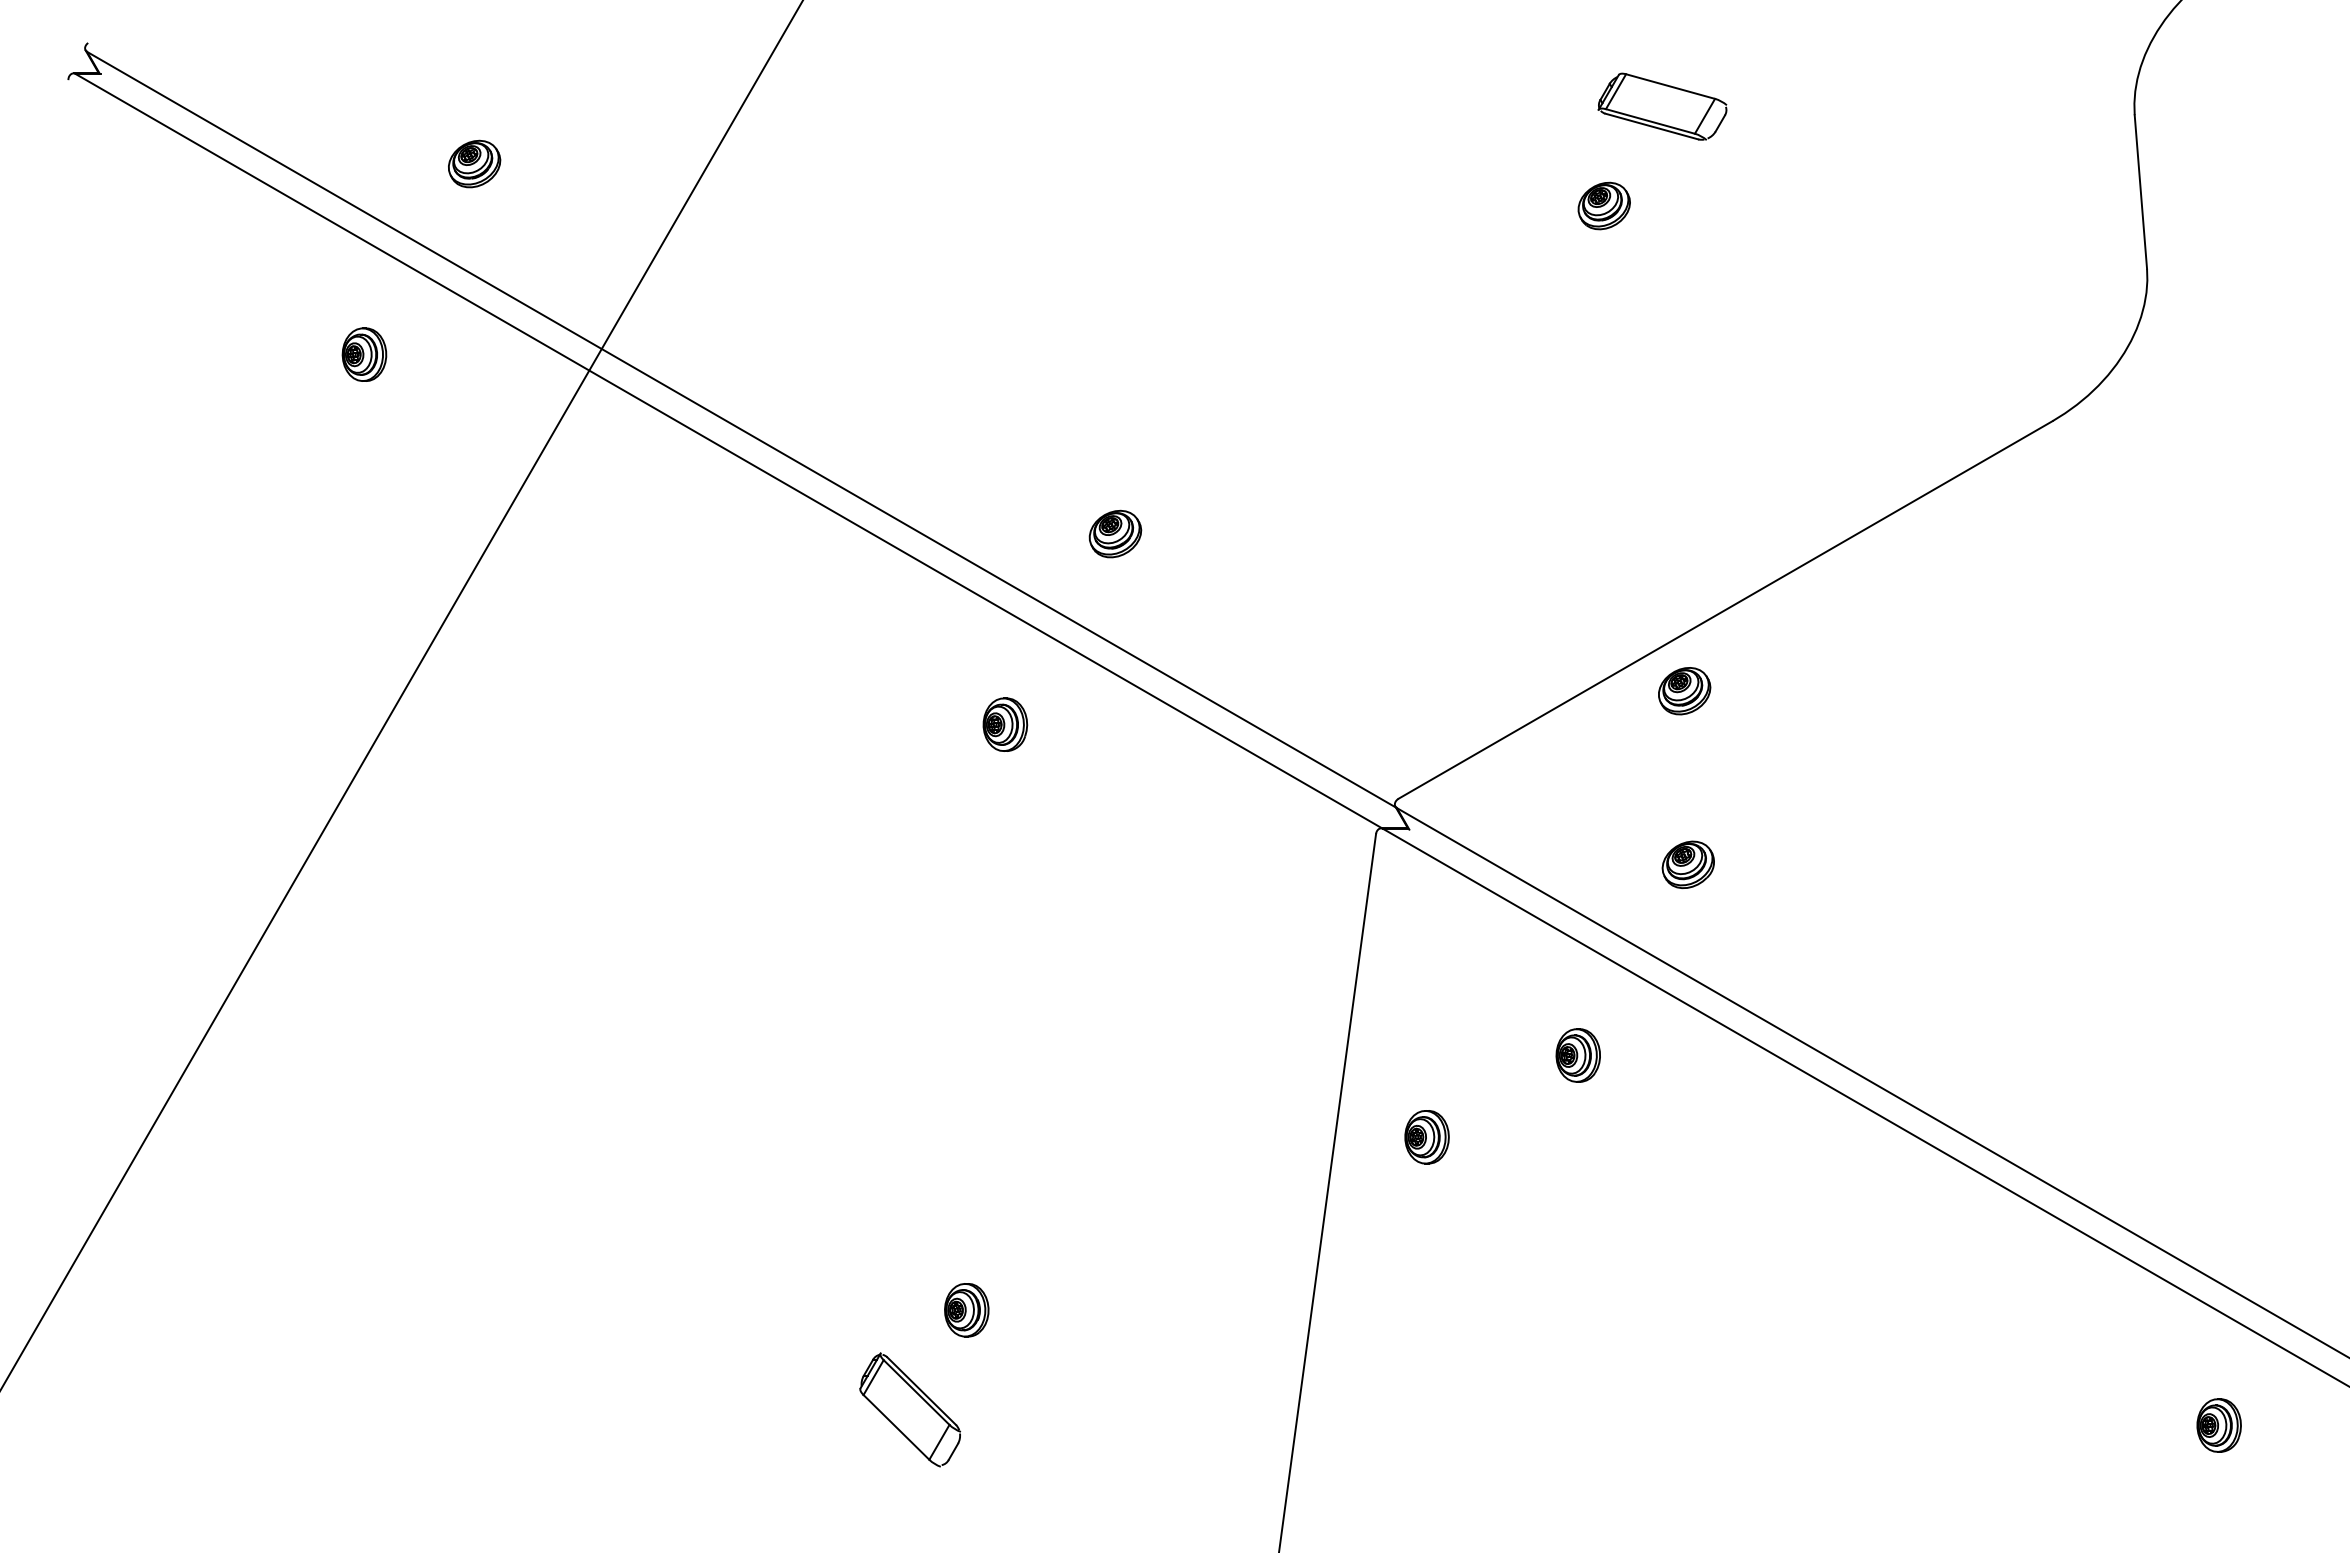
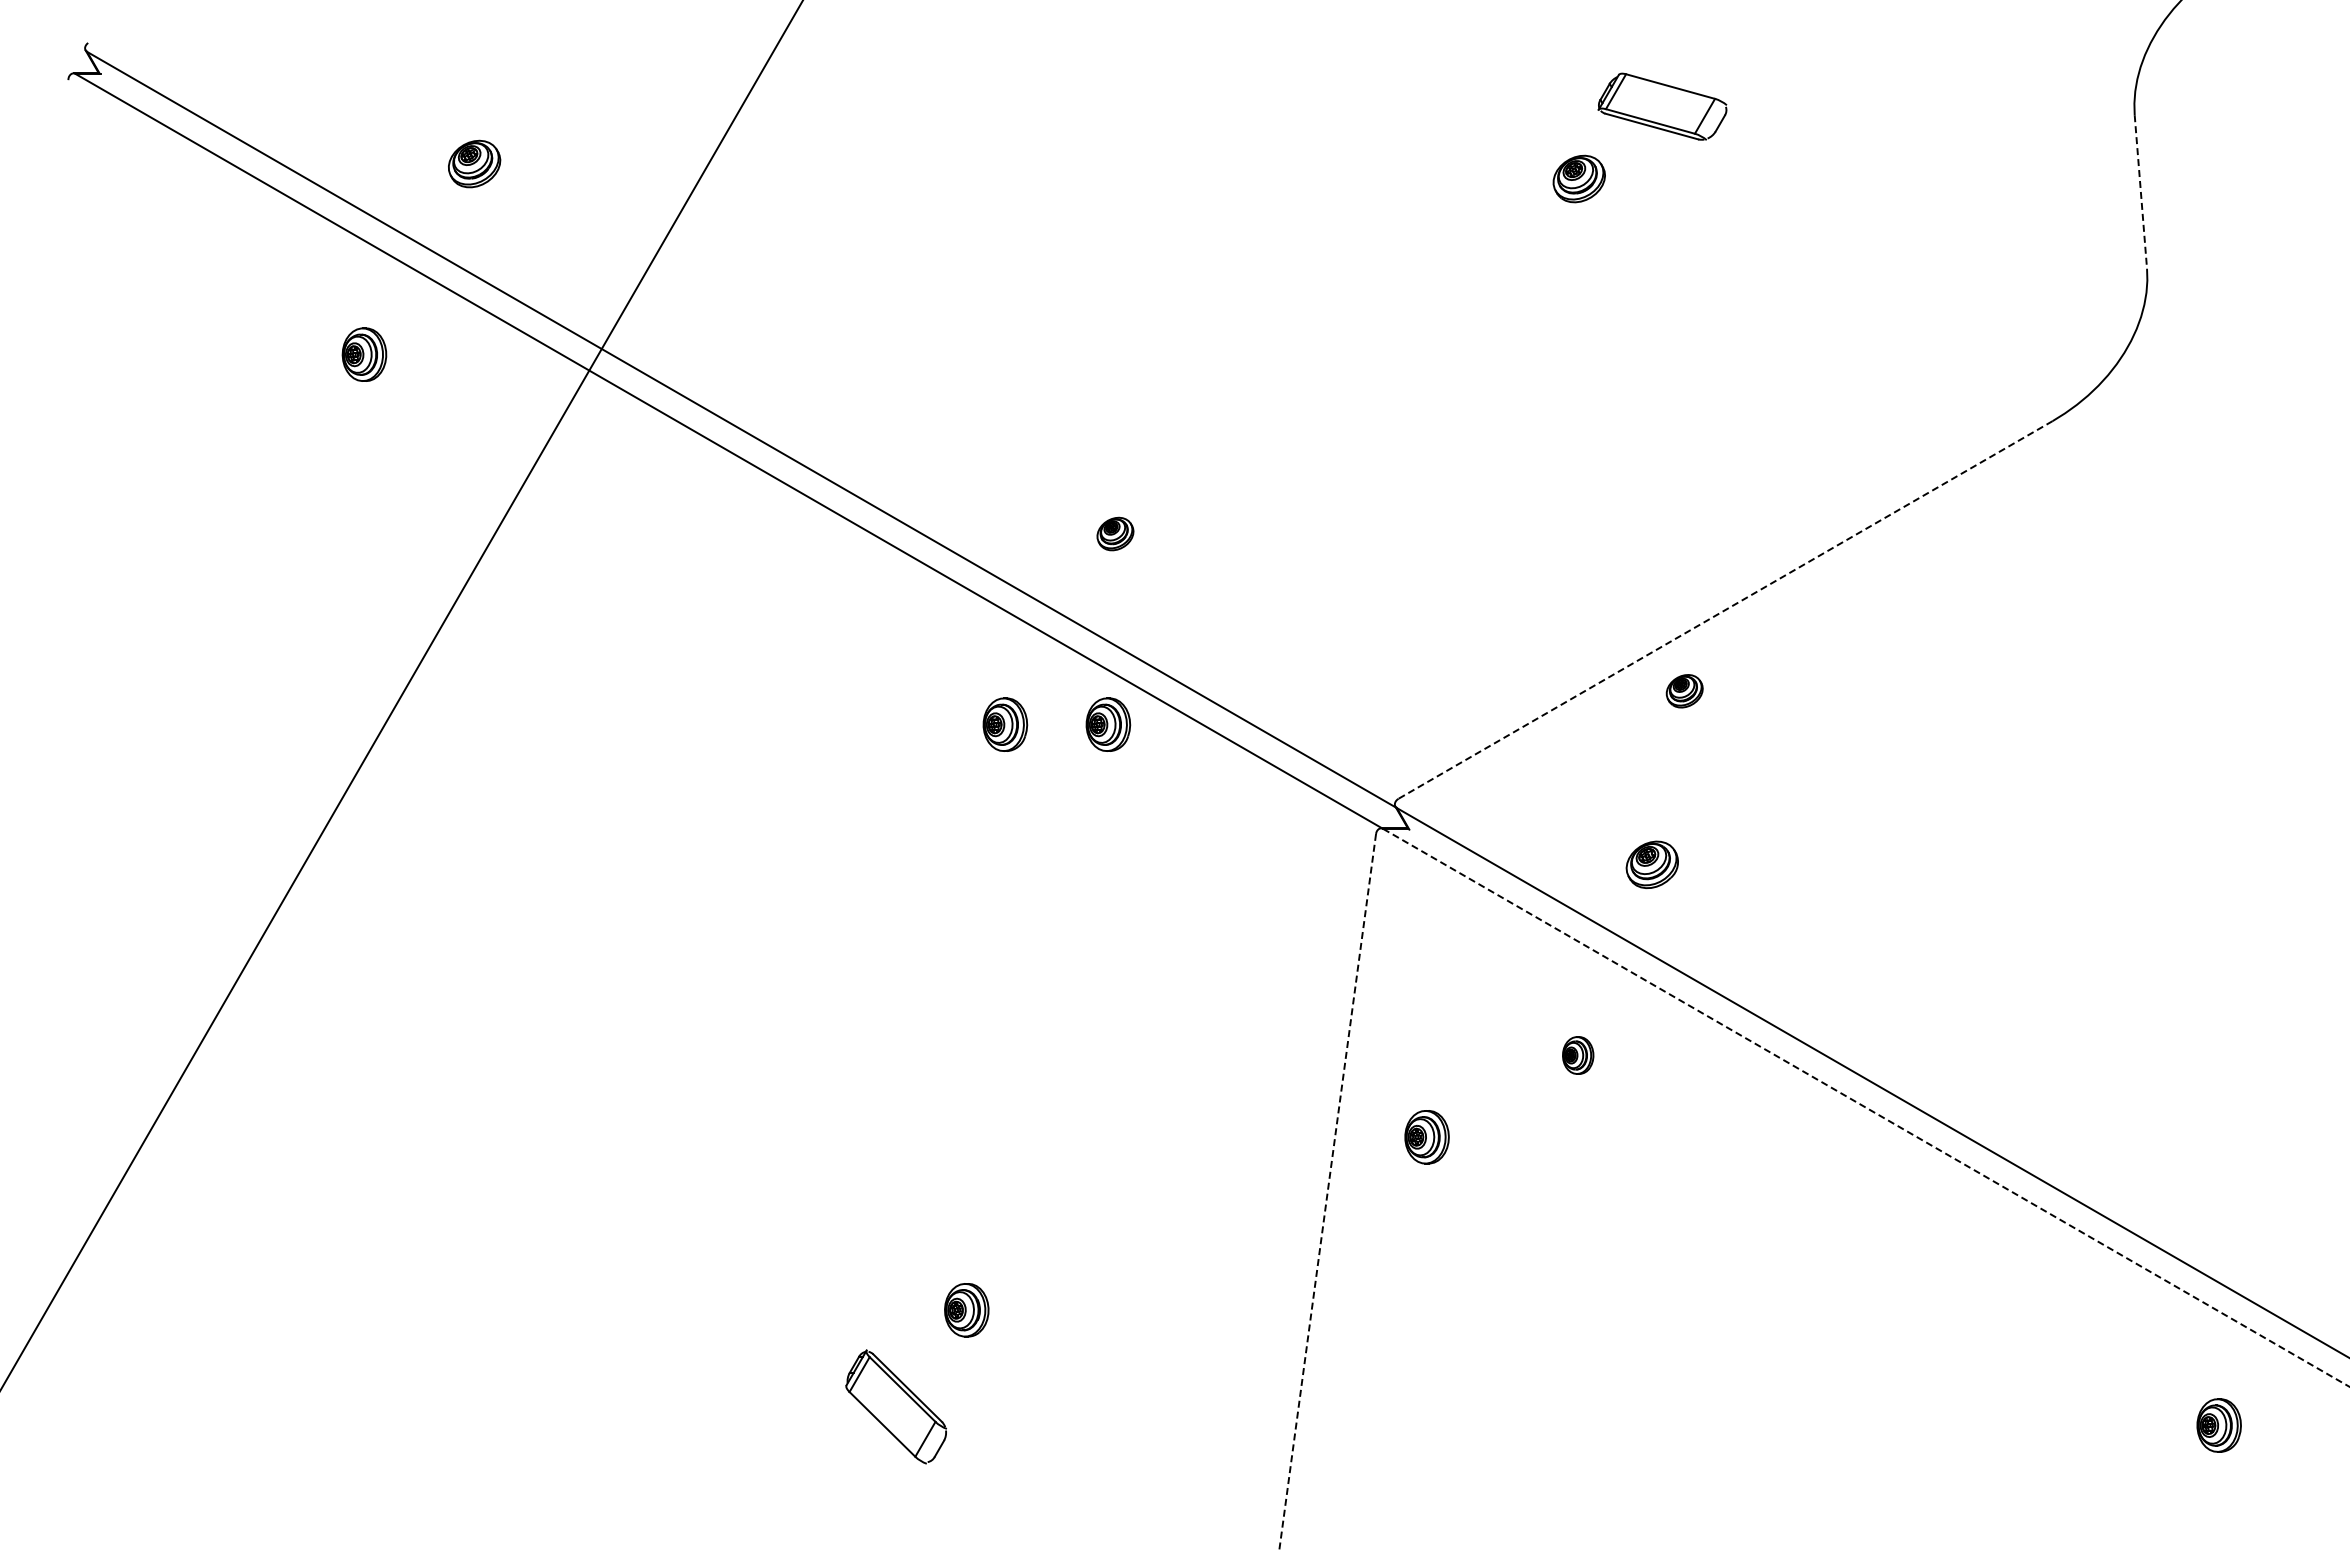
line at (2140, 192): solid -> dashed
part at (1603, 205) position: (1603, 205) -> (1578, 178)
part at (1115, 533) size: 55x50 px -> 39x36 px
line at (1725, 609): solid -> dashed
part at (1684, 691) size: 54x49 px -> 39x35 px
part at (1108, 724): none -> present
part at (1687, 864) position: (1687, 864) -> (1651, 864)
part at (1577, 1055) size: 46x55 px -> 33x39 px
line at (1866, 1107): solid -> dashed
line at (1327, 1193): solid -> dashed
part at (909, 1409) position: (909, 1409) -> (895, 1406)
